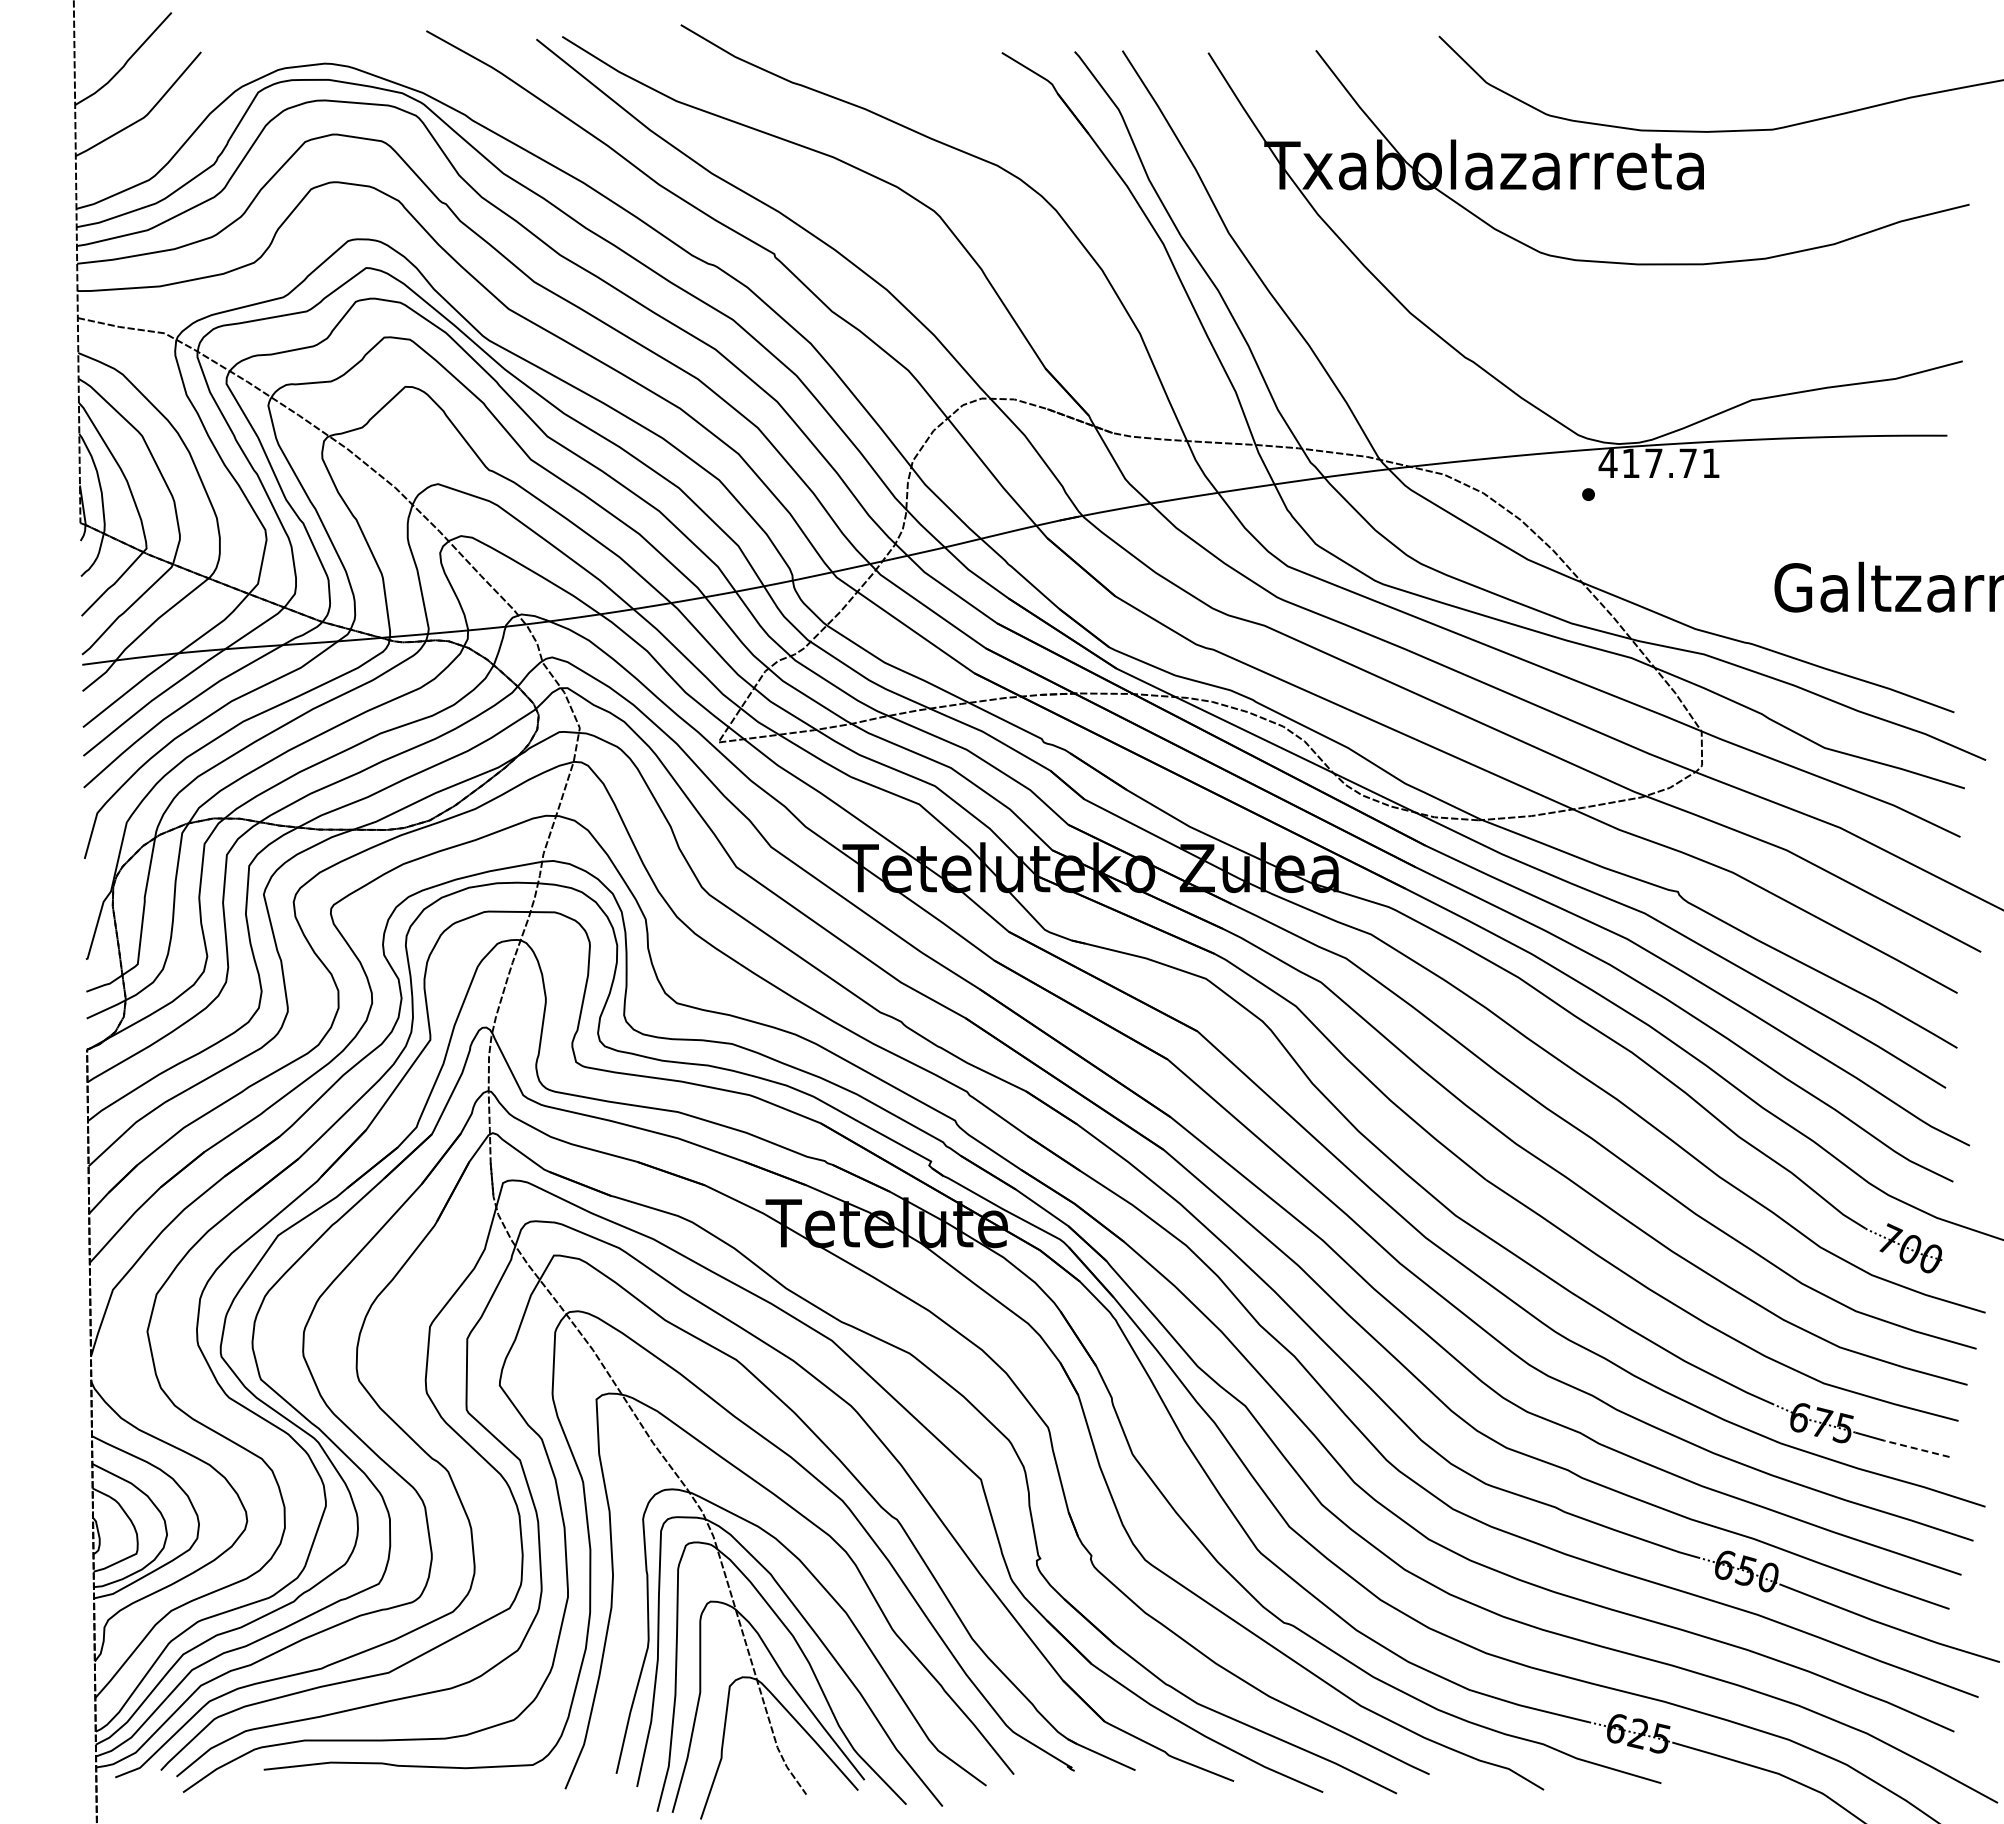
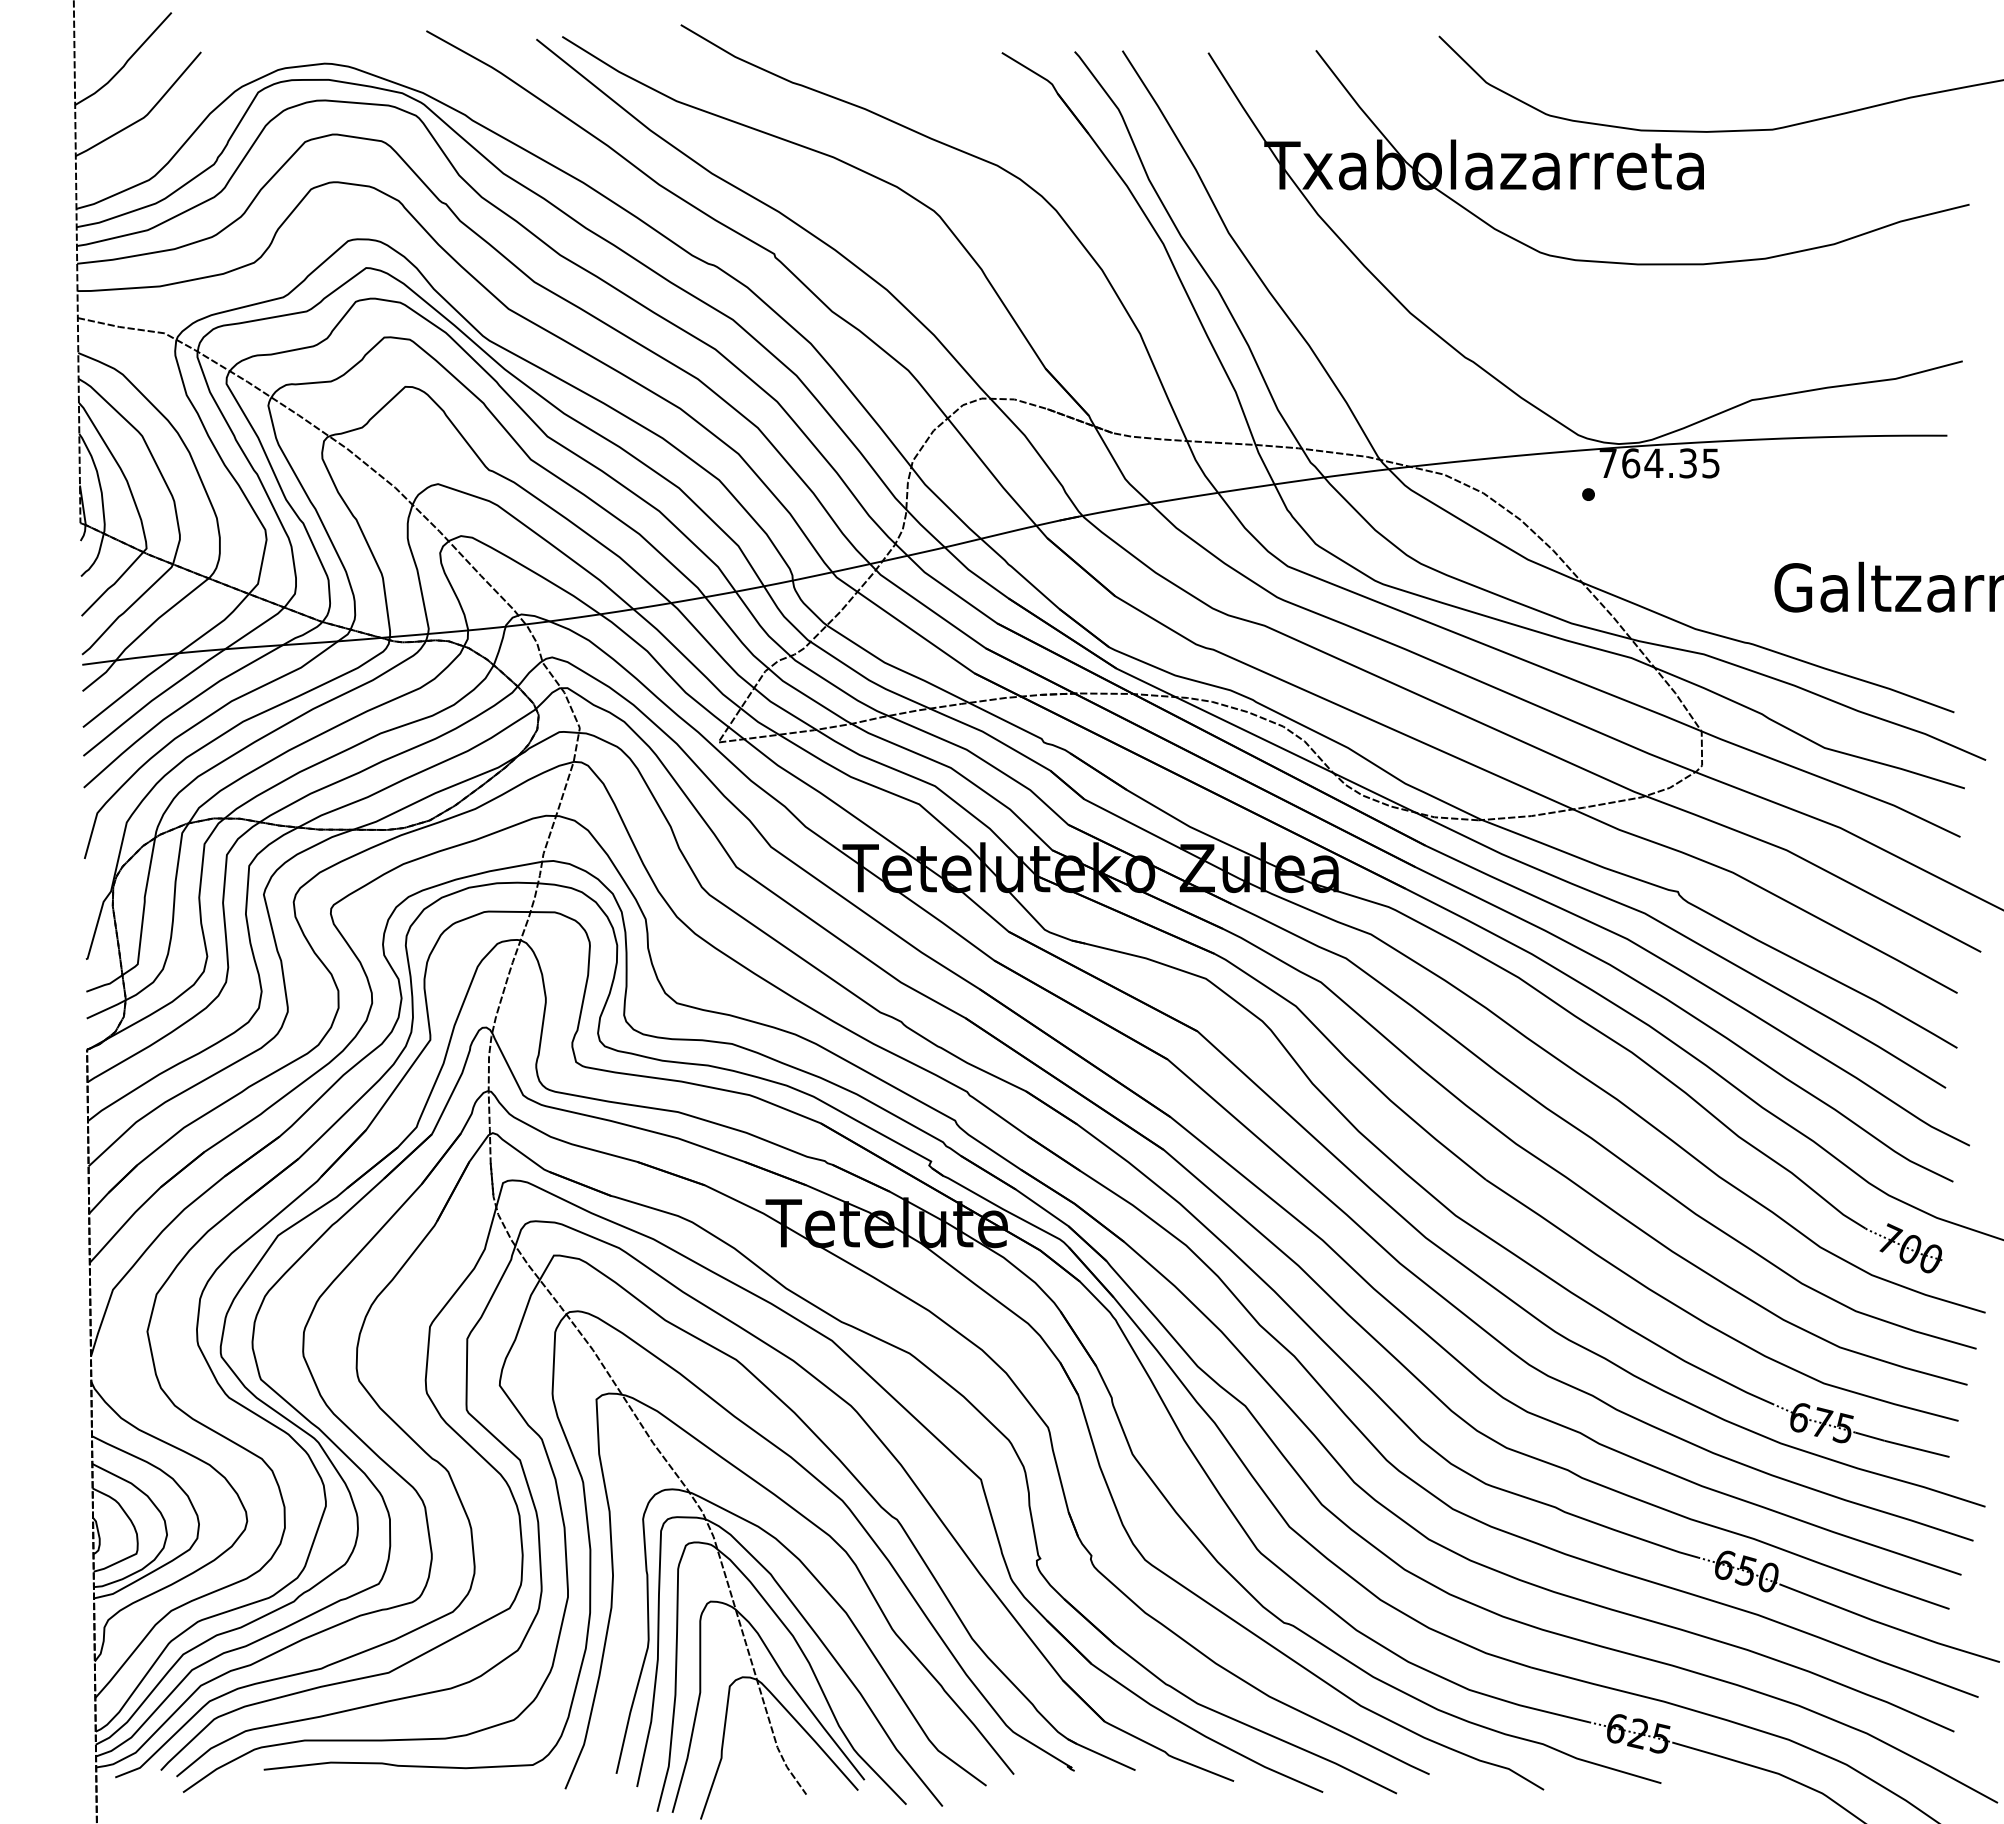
text at (1658, 463): 417.71 -> 764.35
line at (1916, 1448): dashed -> solid
